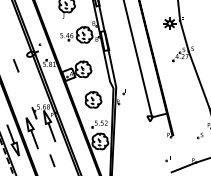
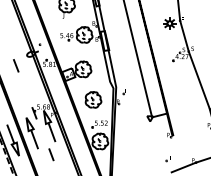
part at (200, 135): present -> none
line at (52, 160) position: (52, 160) -> (51, 154)
